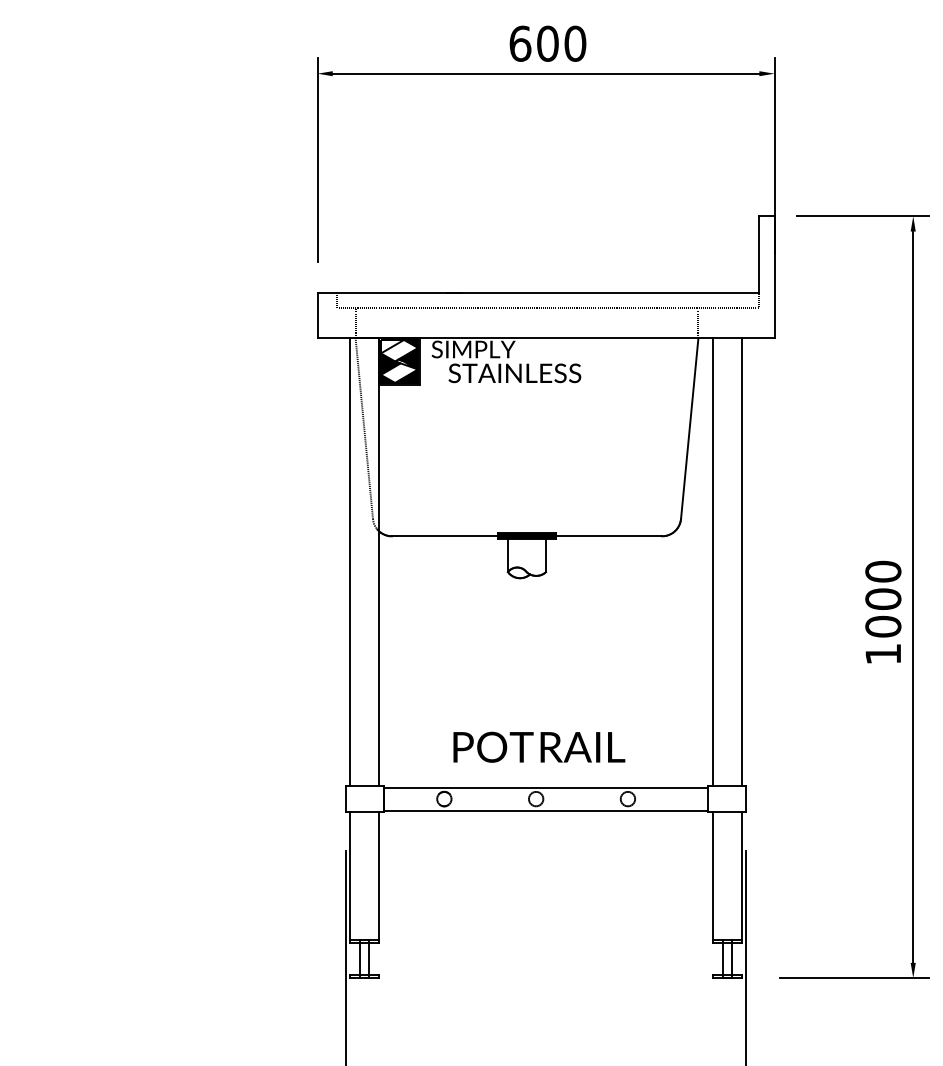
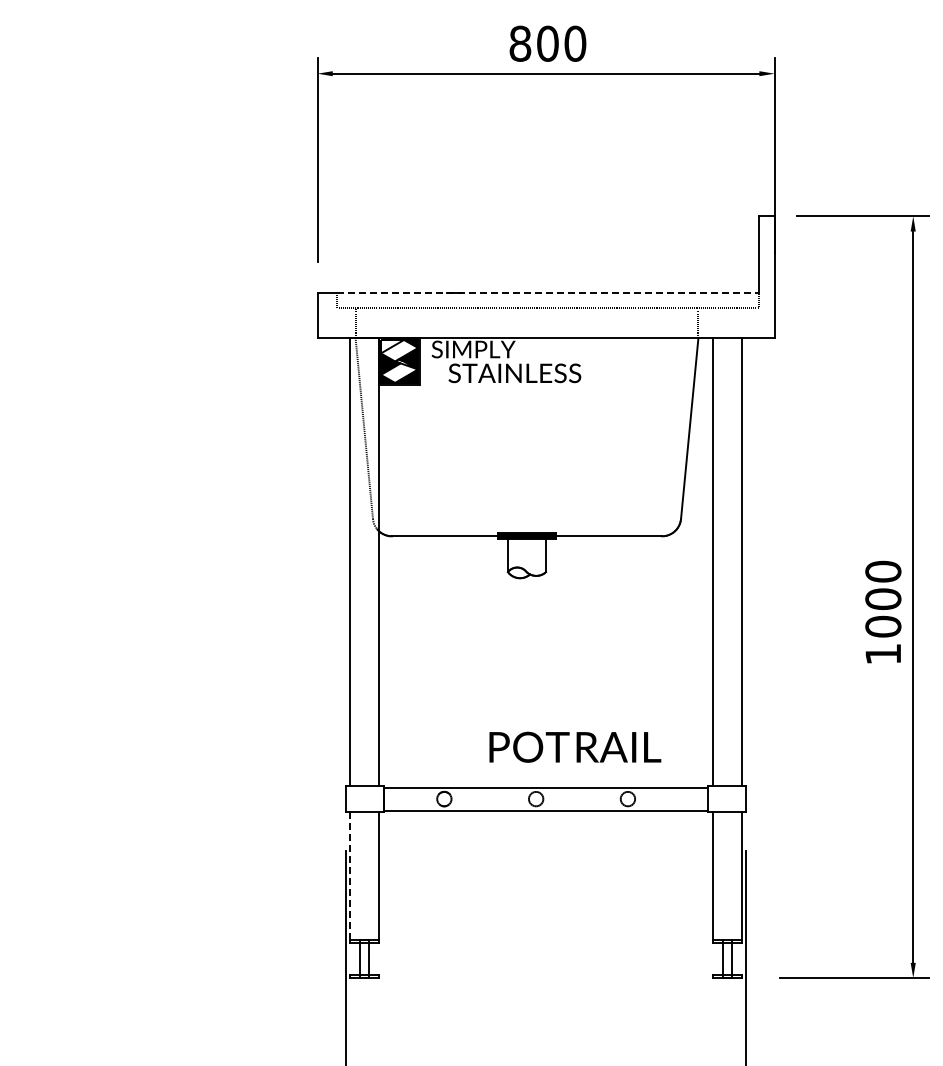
text at (520, 43): 600 -> 800
line at (548, 292): solid -> dashed
text at (539, 746) position: (539, 746) -> (575, 746)
line at (350, 876): solid -> dashed
